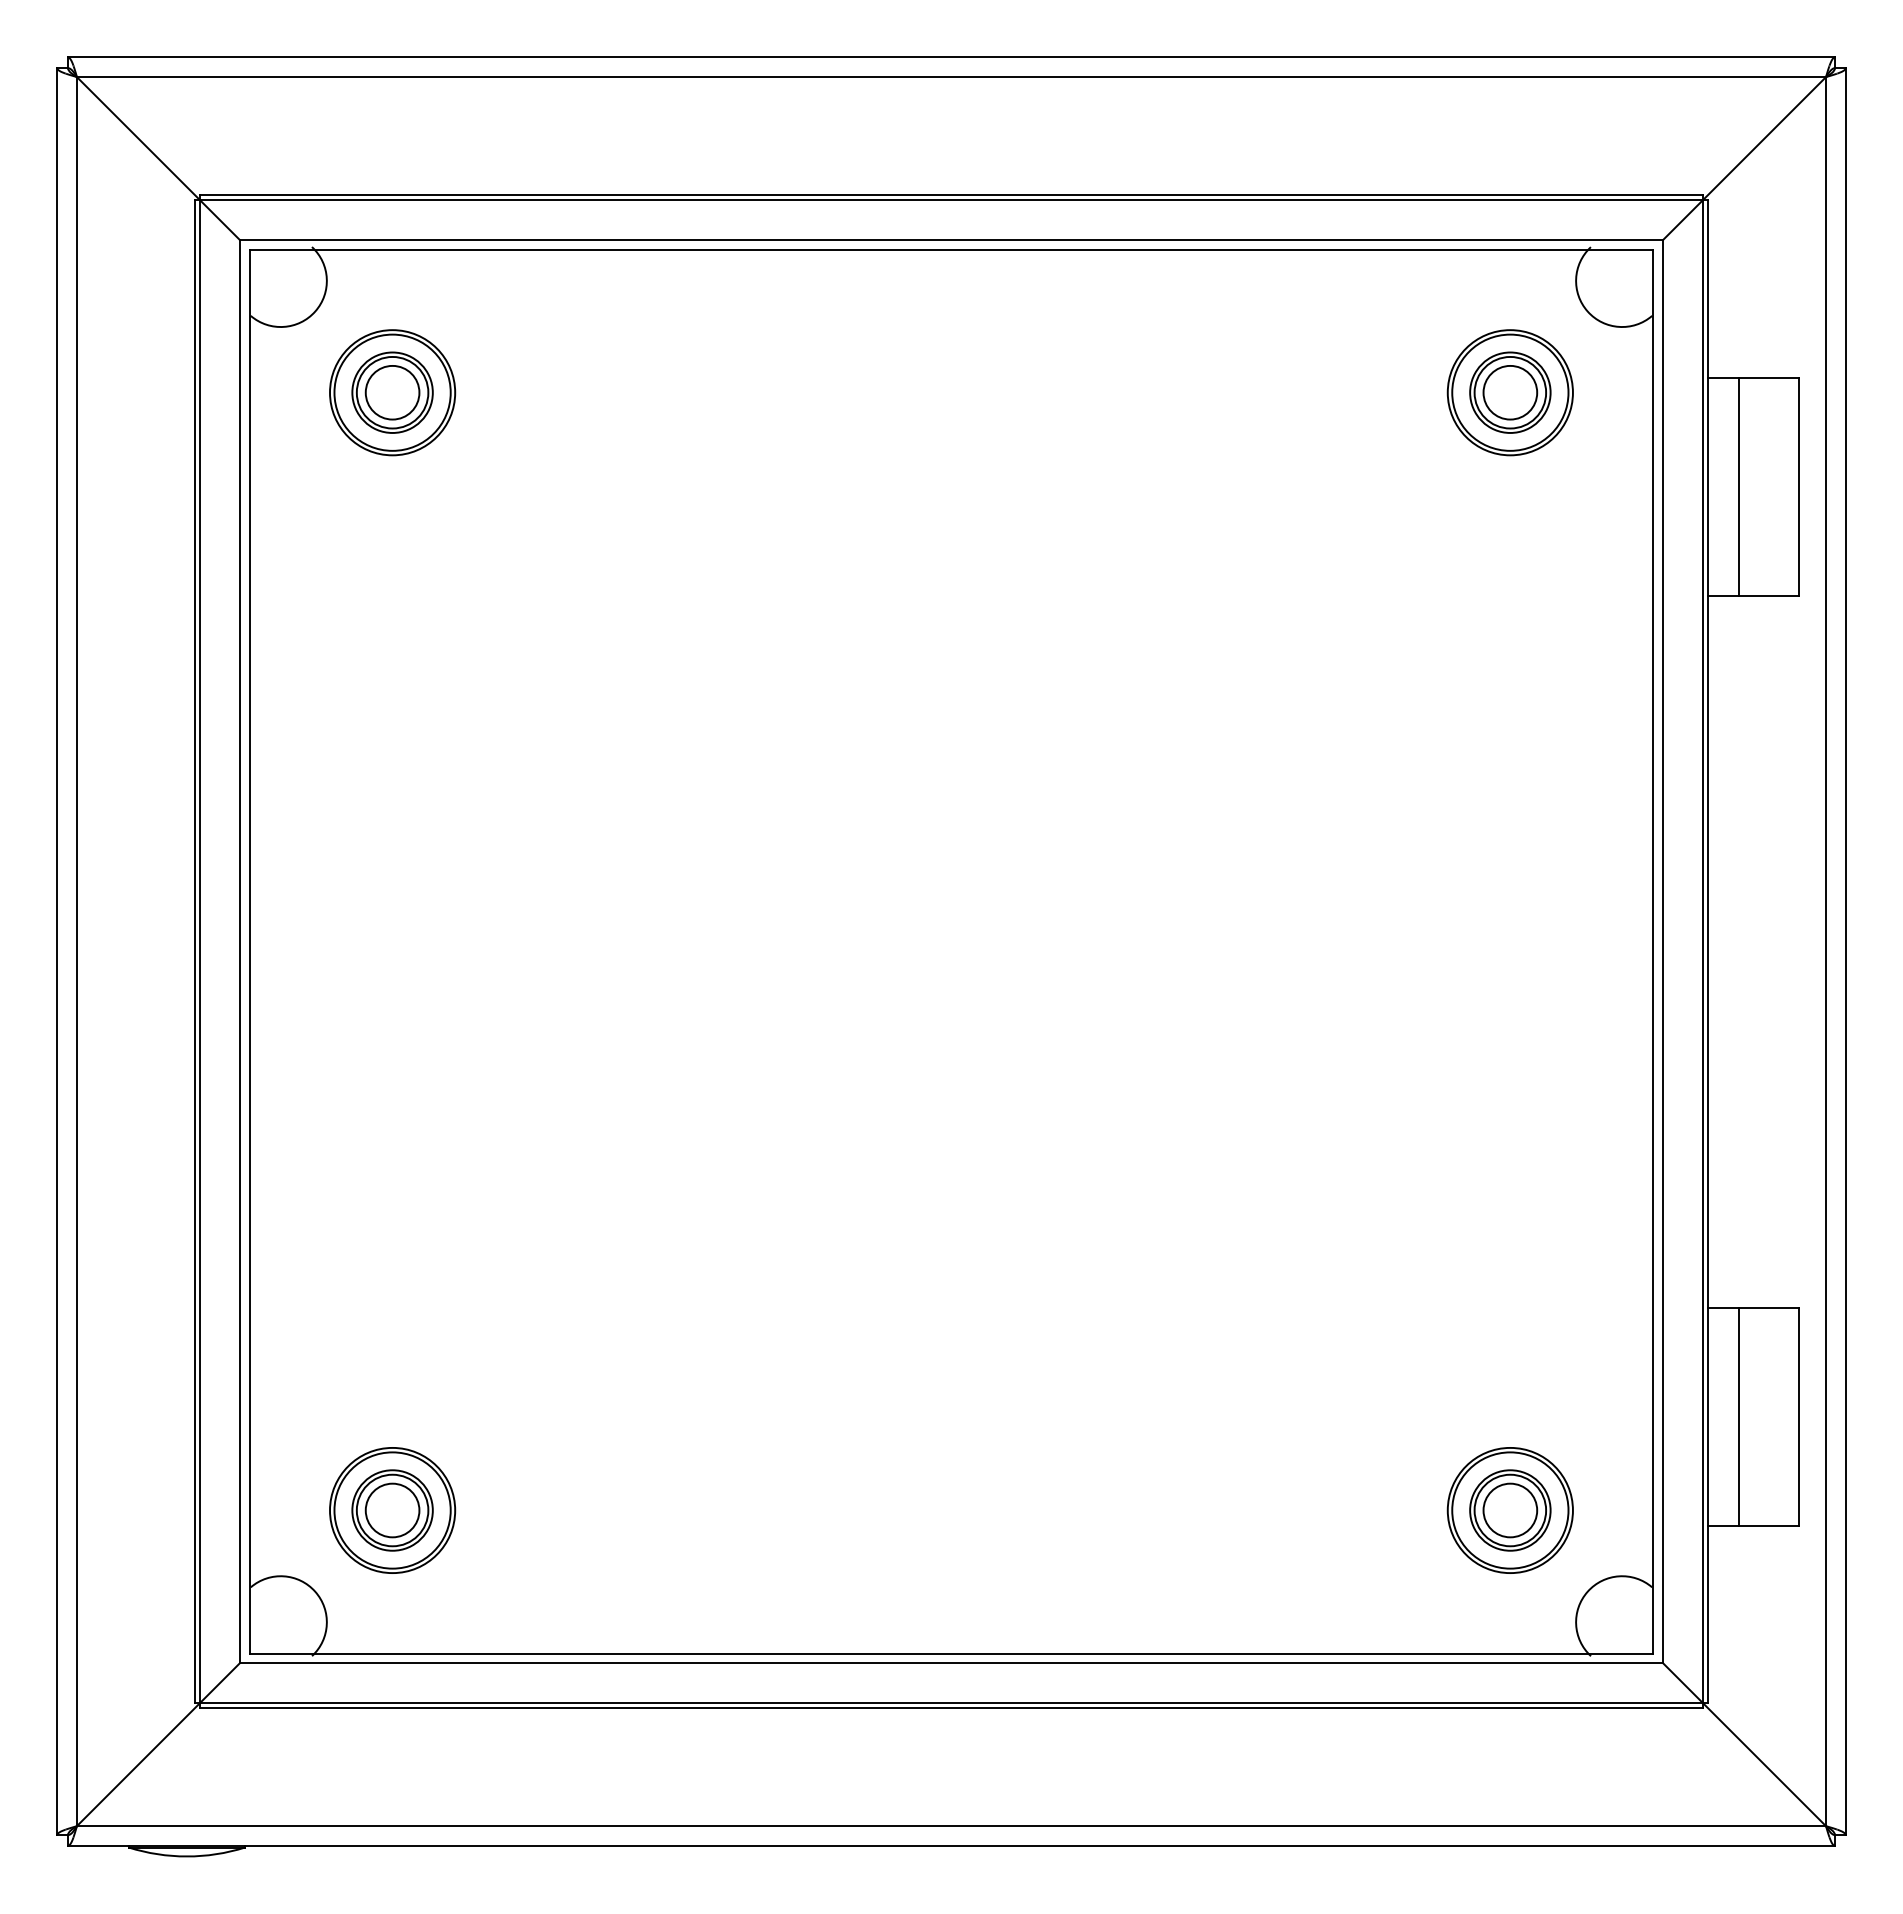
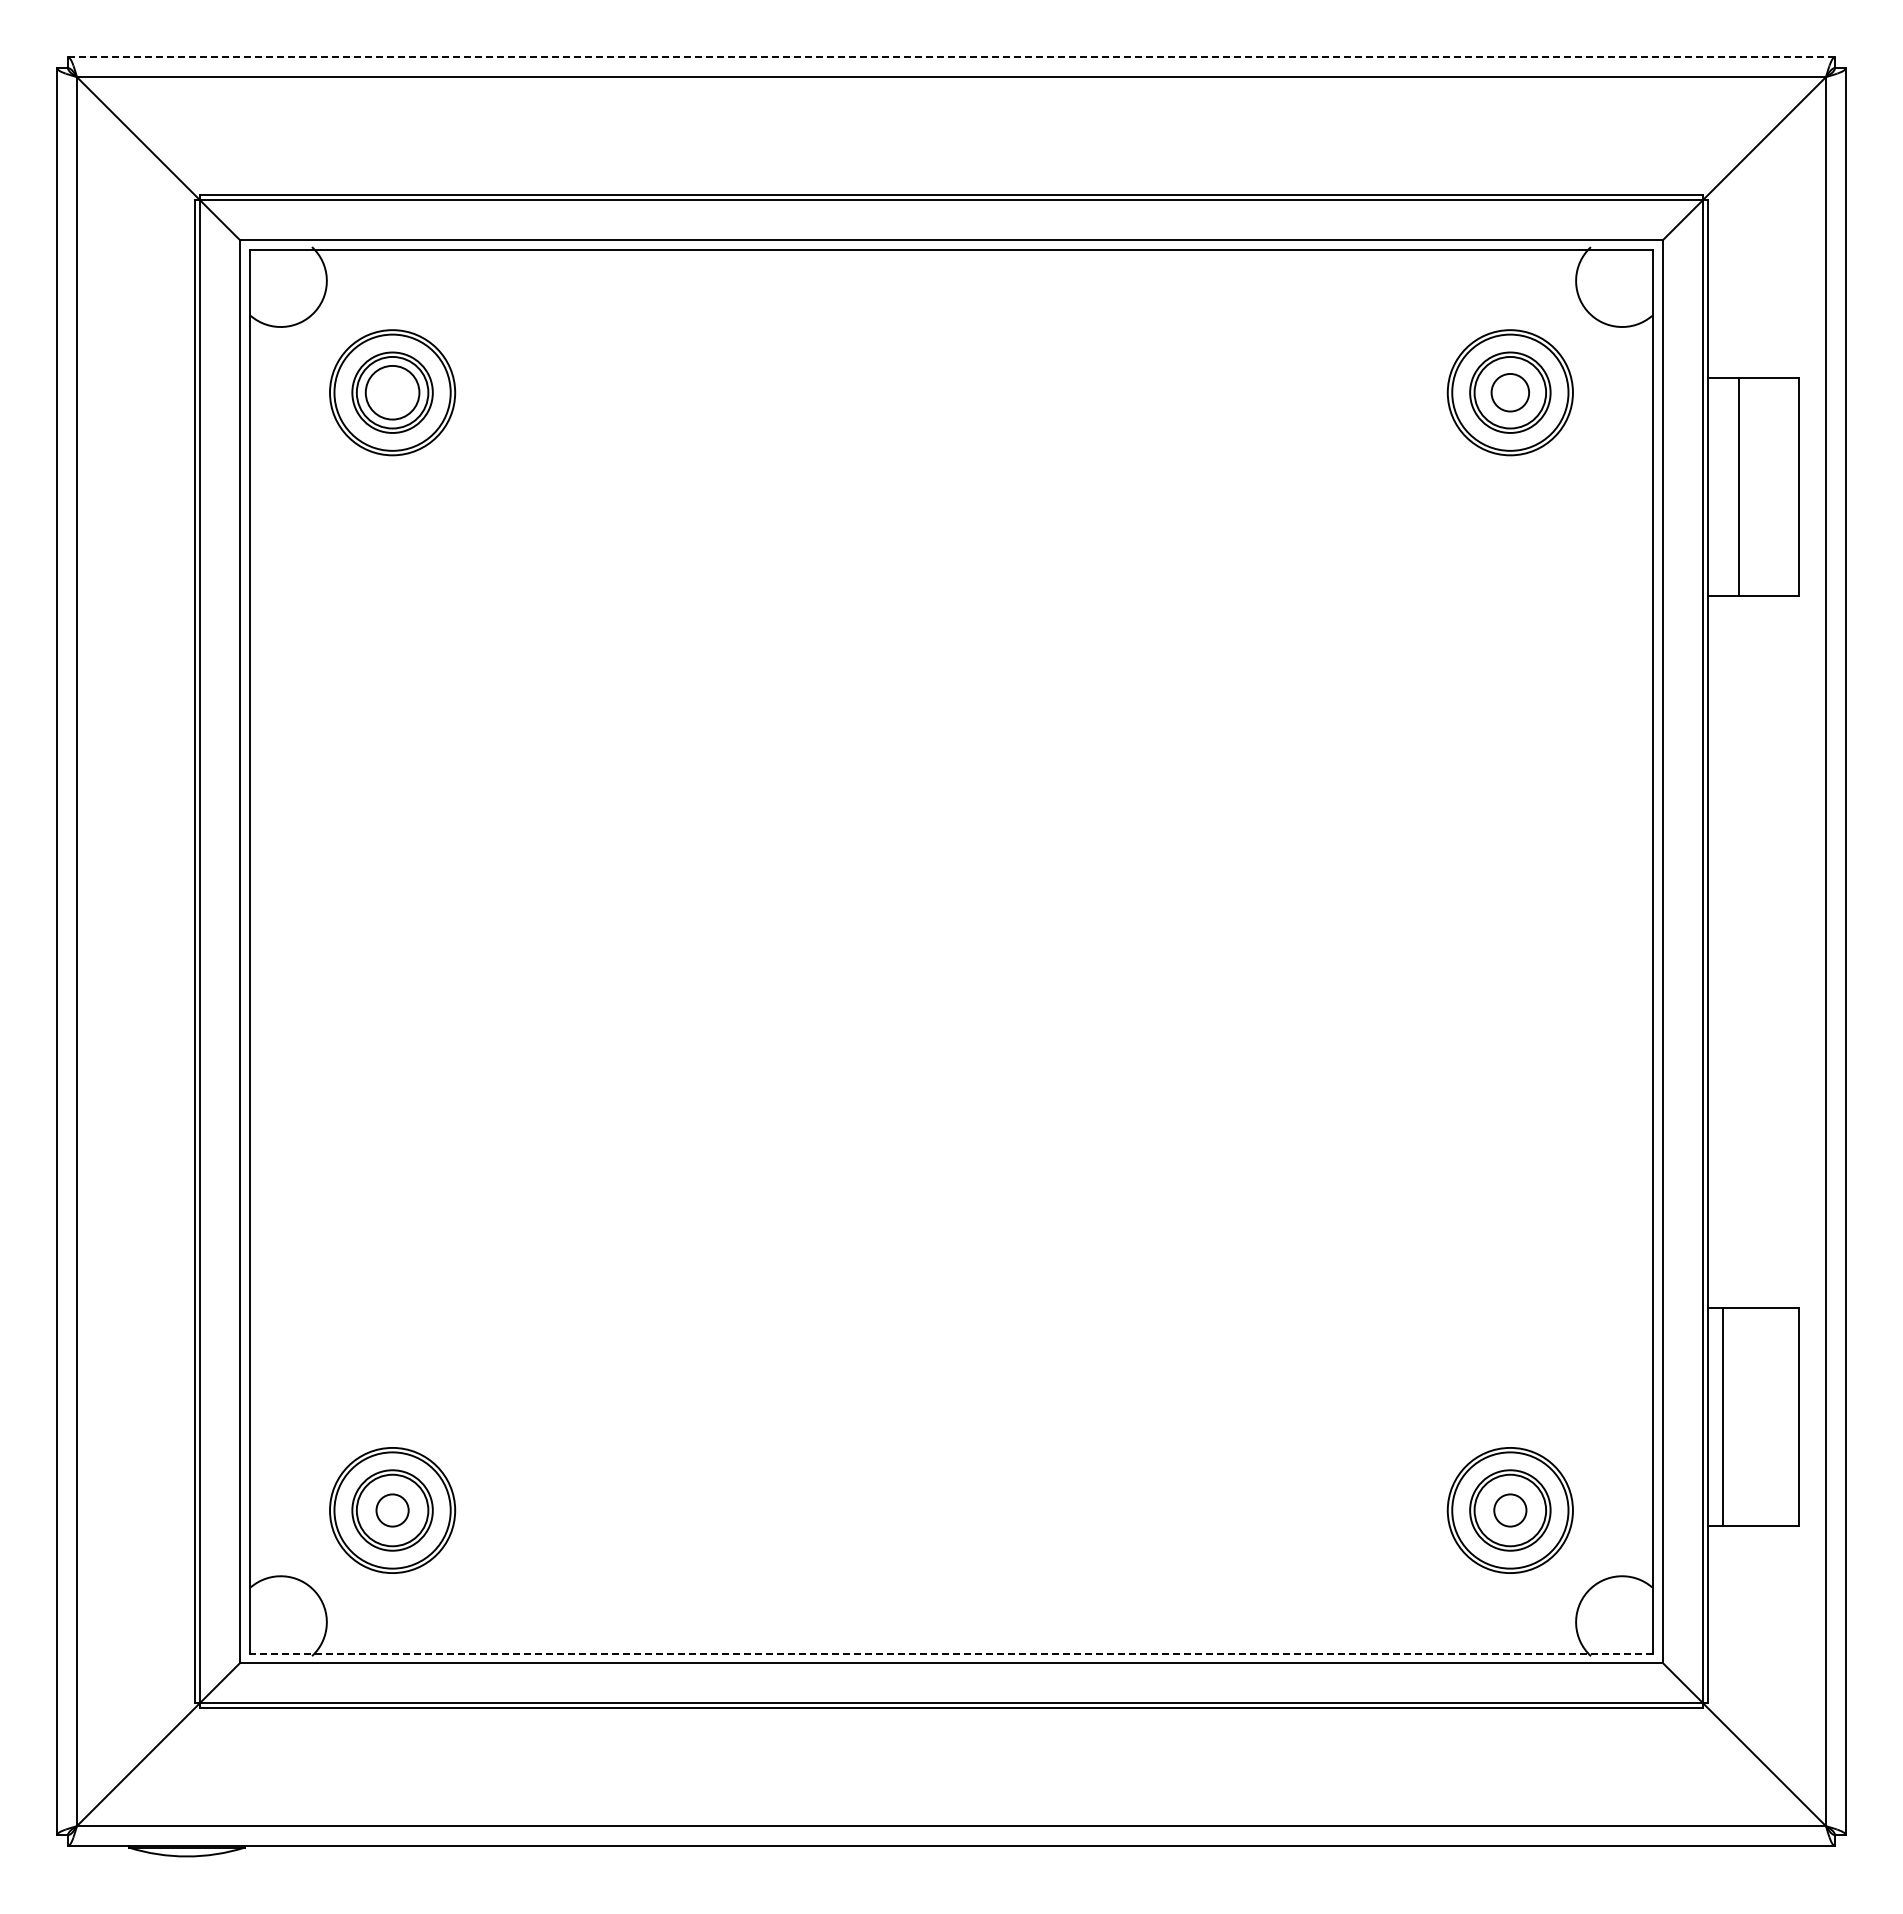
line at (950, 57): solid -> dashed
circle at (1510, 392) diameter: 54 px -> 38 px
line at (1738, 1416) position: (1738, 1416) -> (1722, 1416)
circle at (392, 1510) diameter: 54 px -> 32 px
circle at (1510, 1510) diameter: 54 px -> 32 px
line at (951, 1653): solid -> dashed
